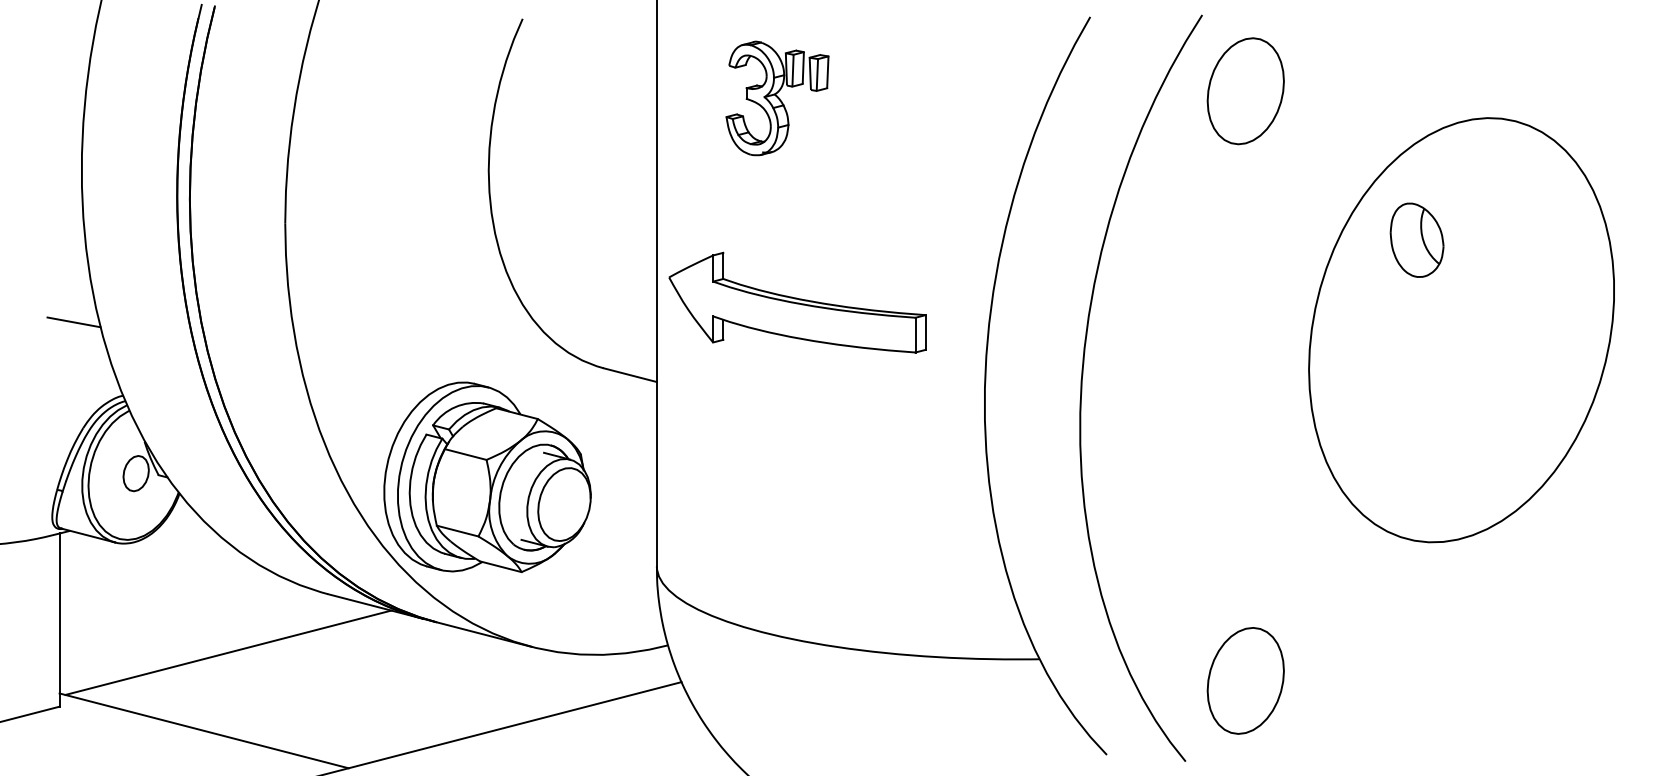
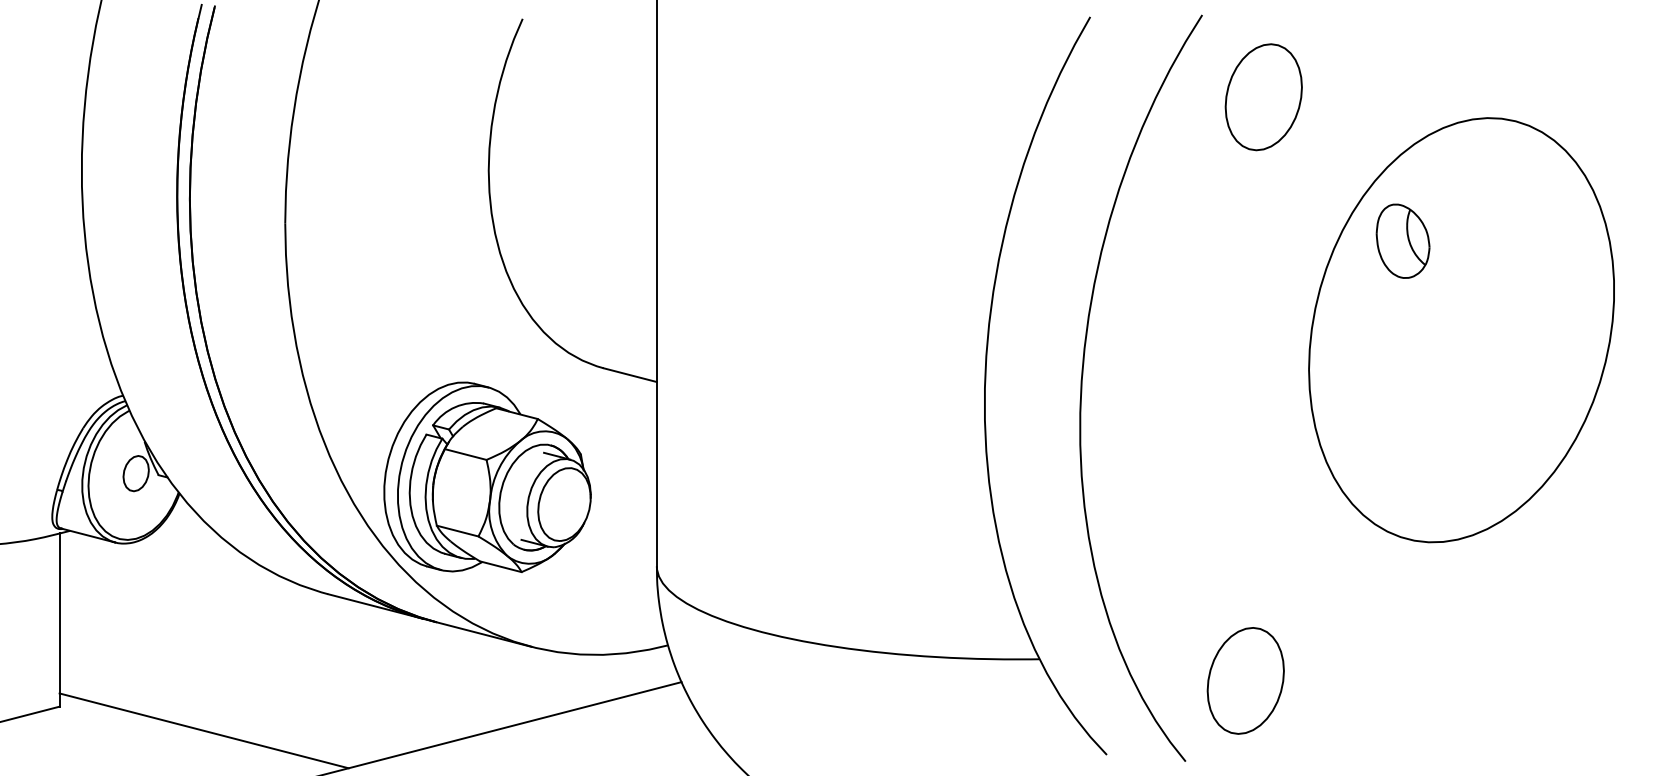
part at (1245, 91) position: (1245, 91) -> (1263, 97)
part at (777, 98): present -> none
part at (1416, 239) position: (1416, 239) -> (1402, 240)
part at (797, 302): present -> none
line at (73, 322): present -> none
line at (228, 652): present -> none
